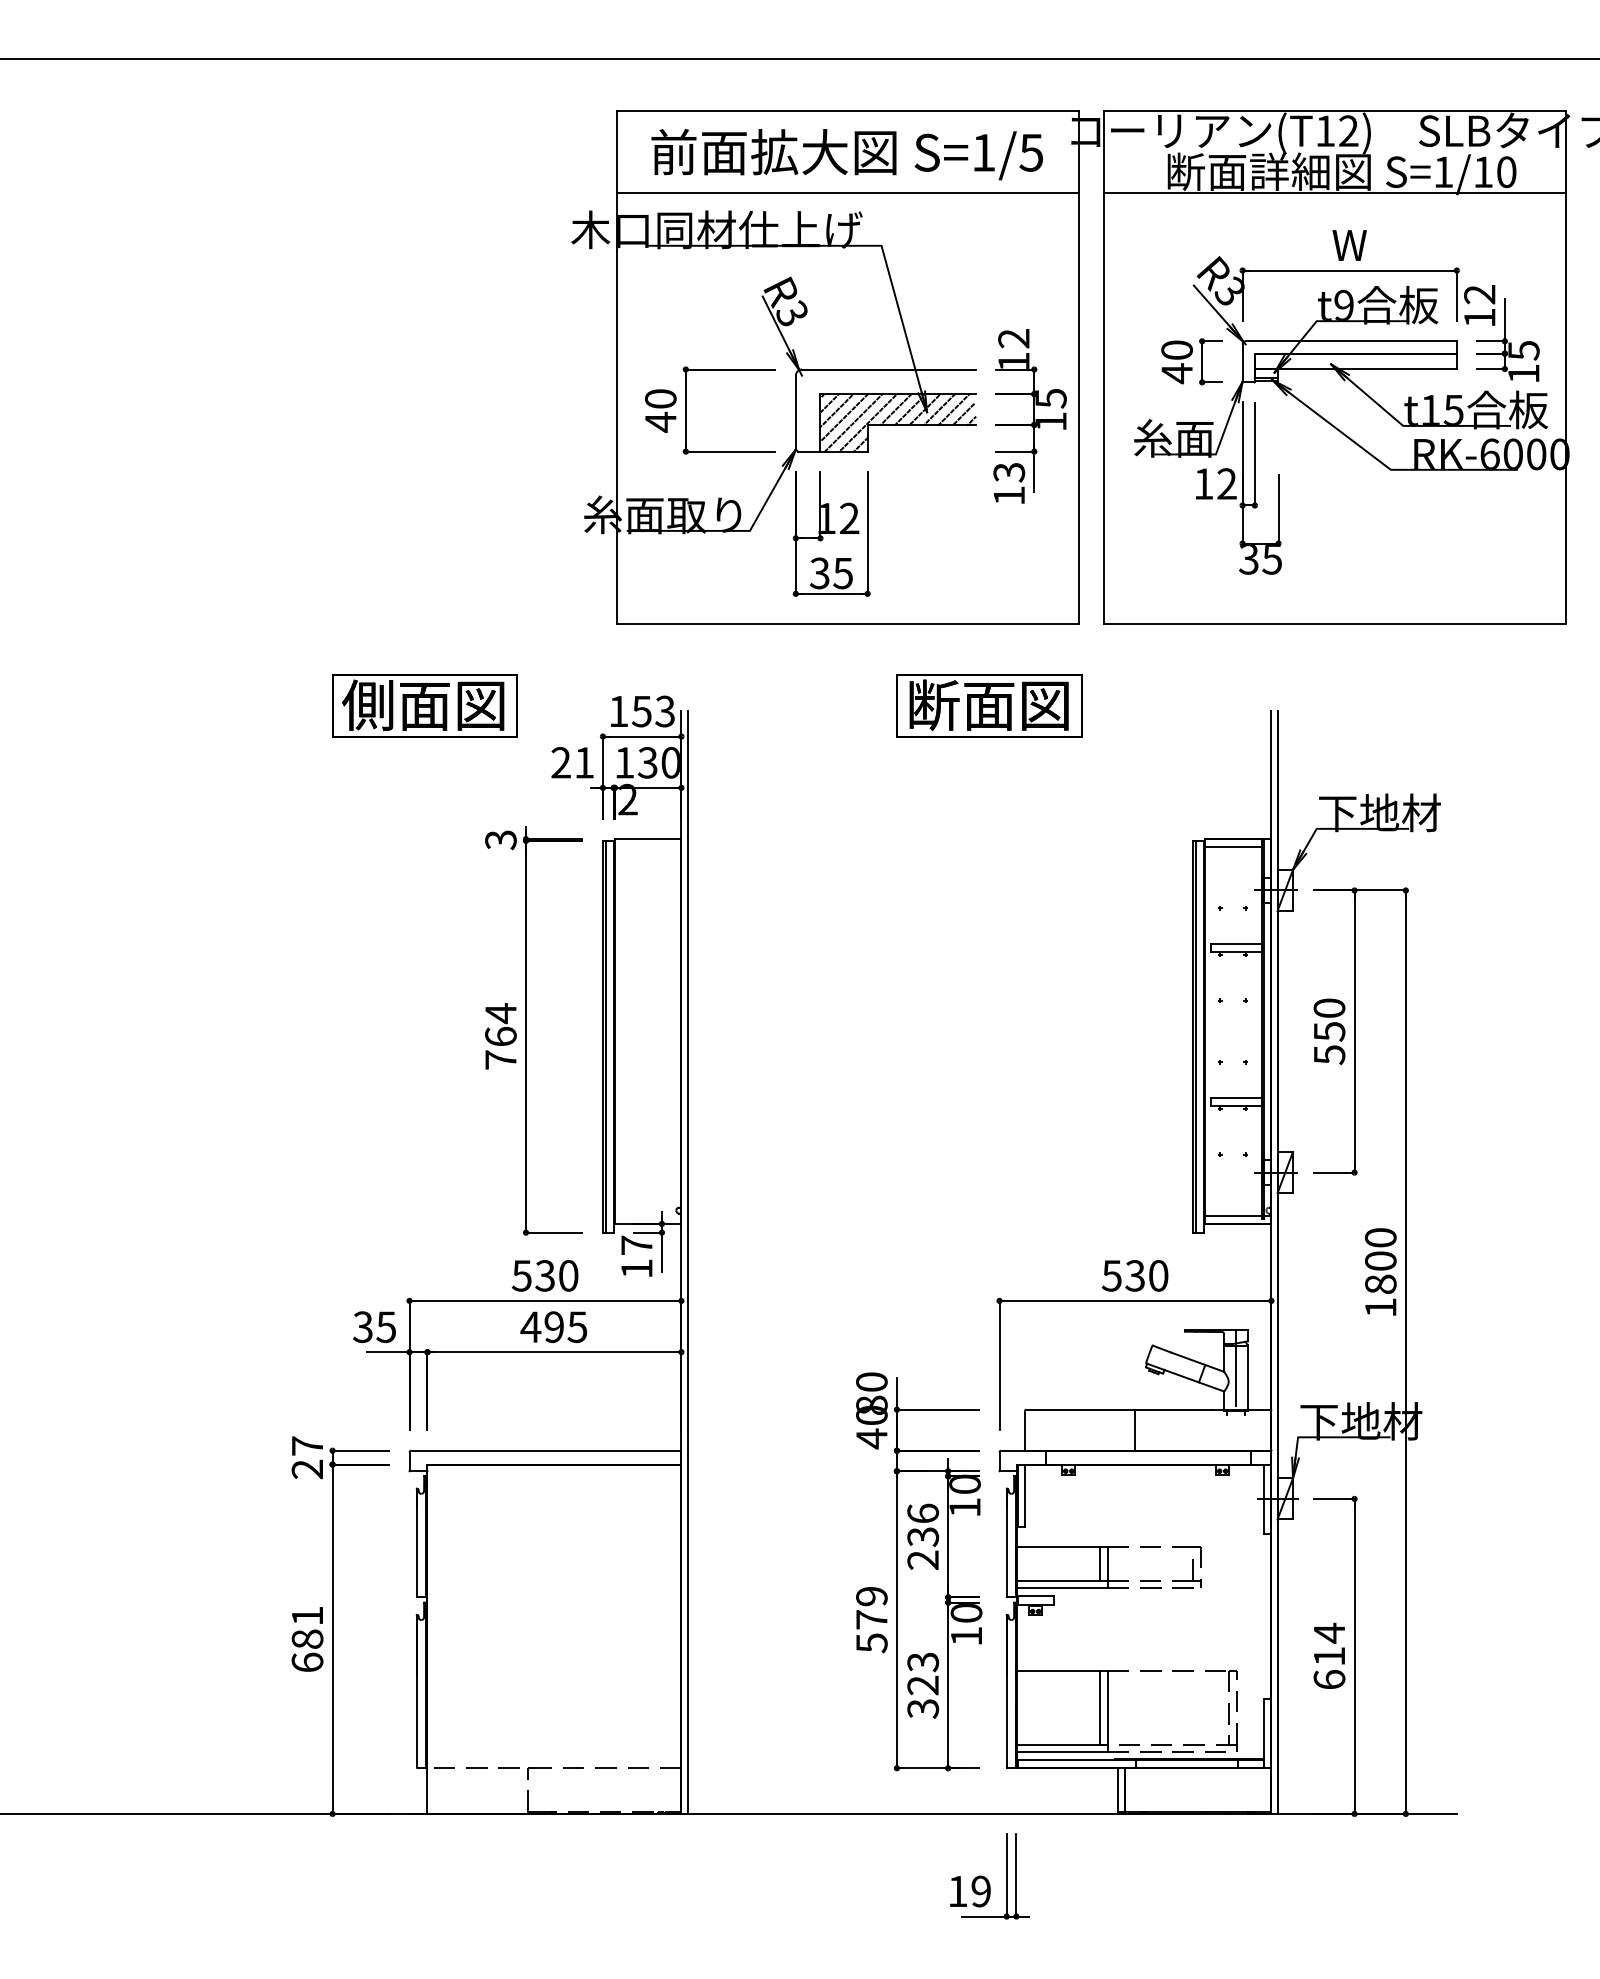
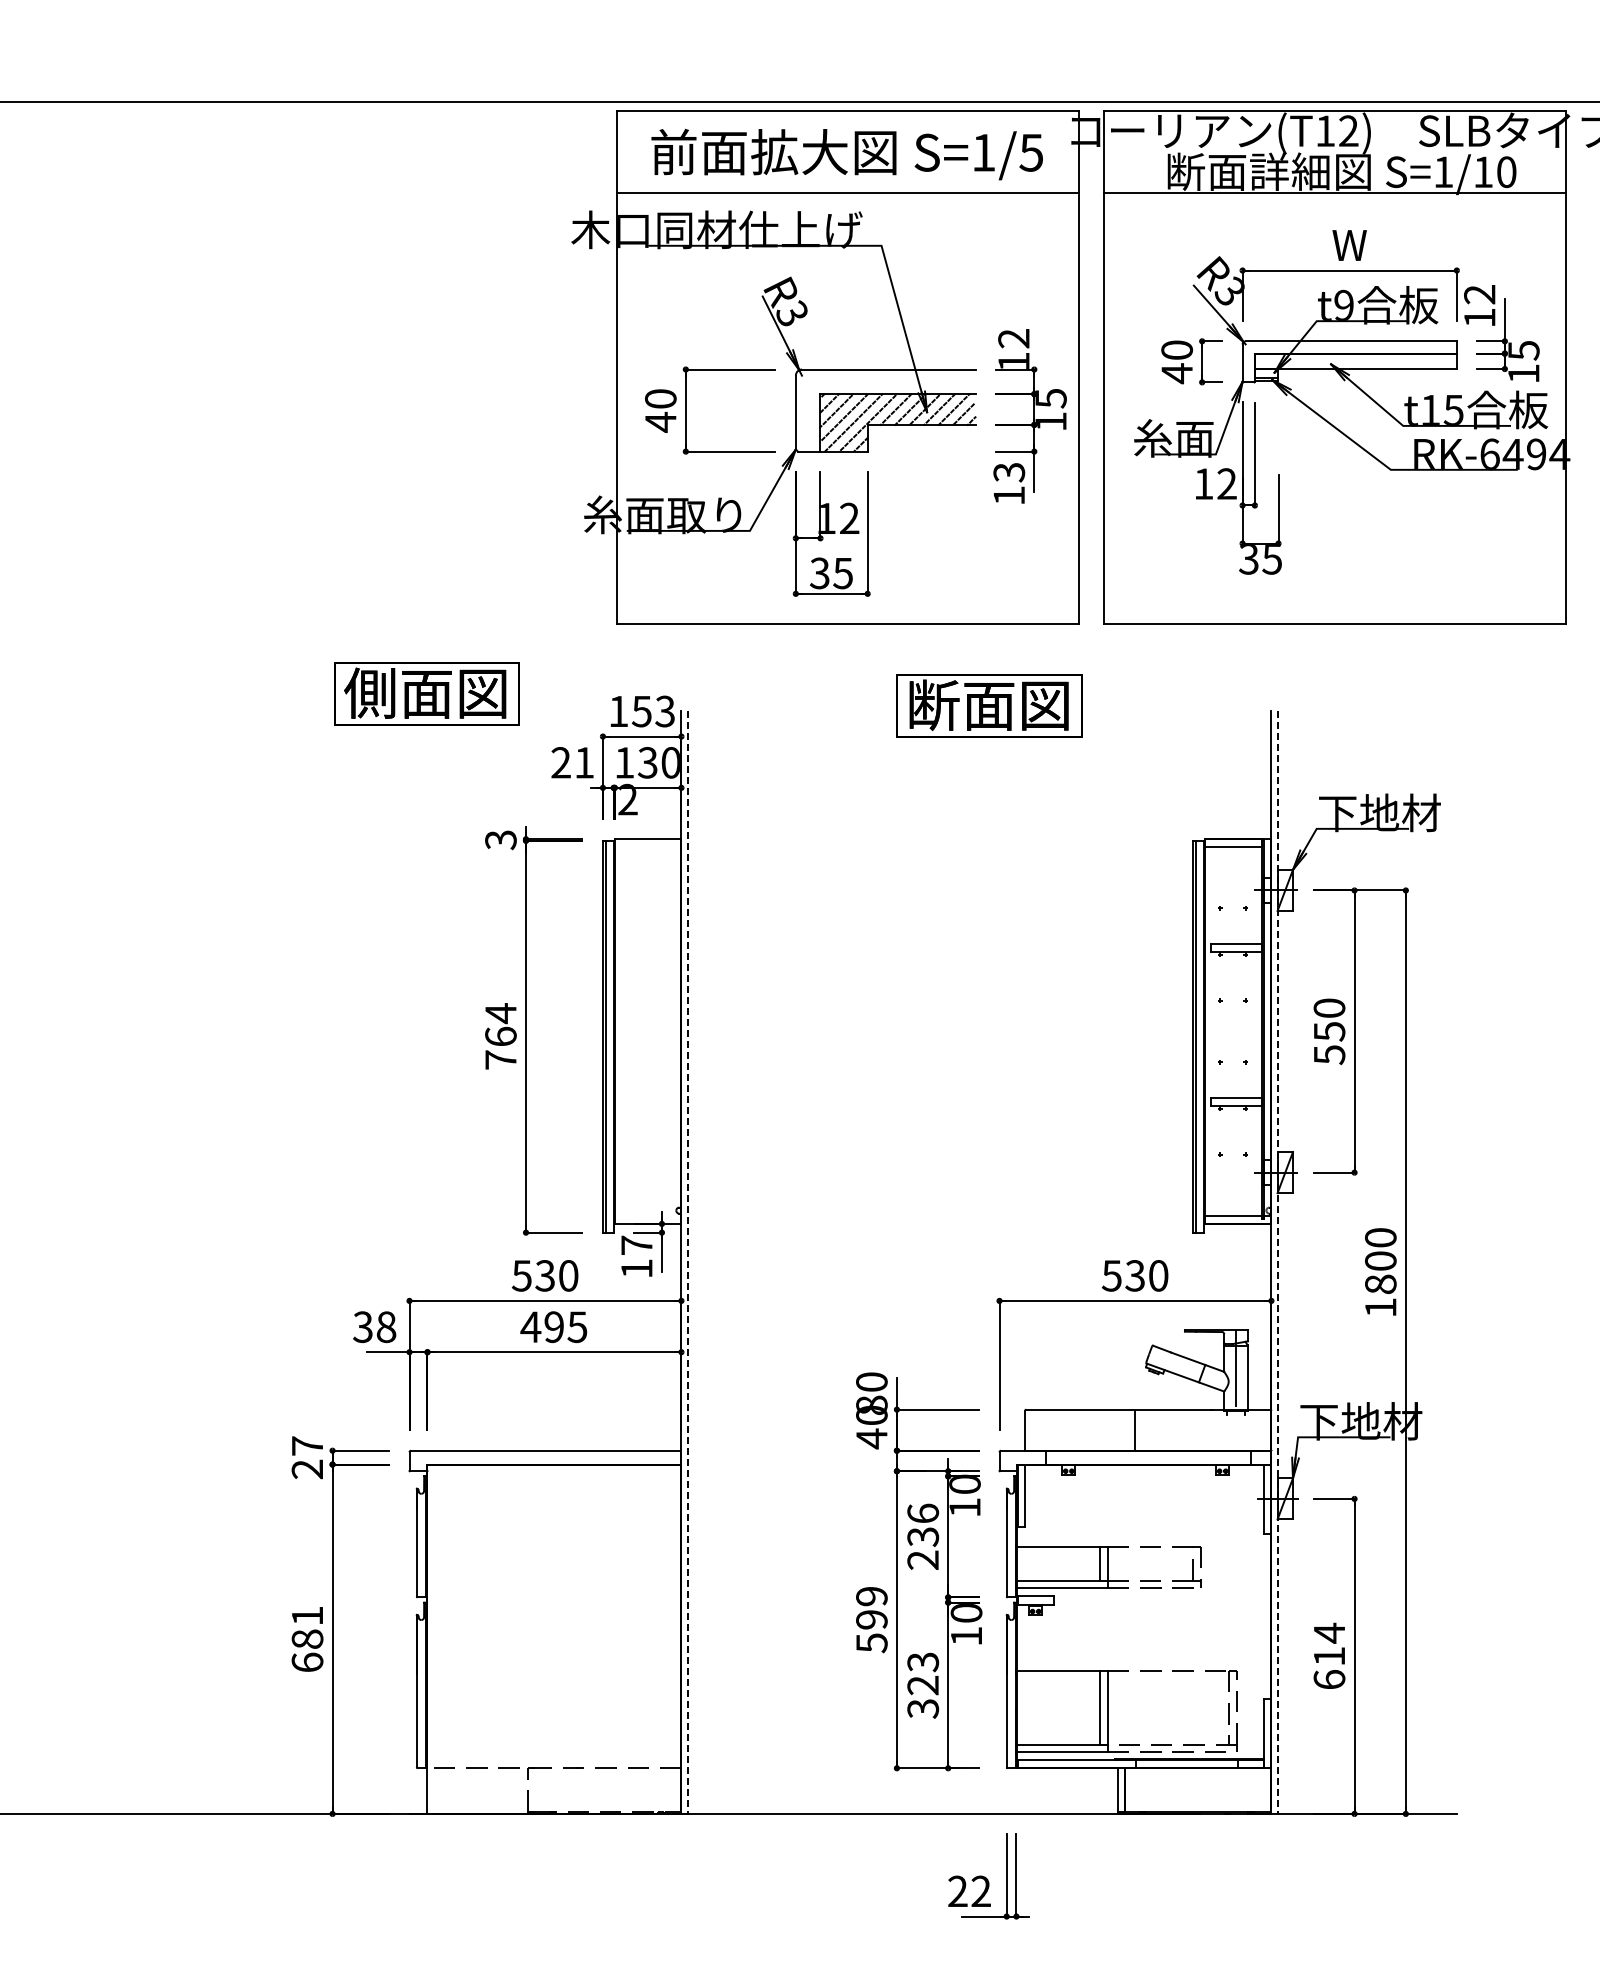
line at (799, 59) position: (799, 59) -> (799, 102)
text at (1536, 454): RK-6000 -> RK-6494
part at (424, 705) position: (424, 705) -> (426, 693)
line at (687, 1262): solid -> dashed
line at (1277, 1262): solid -> dashed
text at (386, 1326): 35 -> 38
text at (871, 1619): 579 -> 599
text at (969, 1891): 19 -> 22
